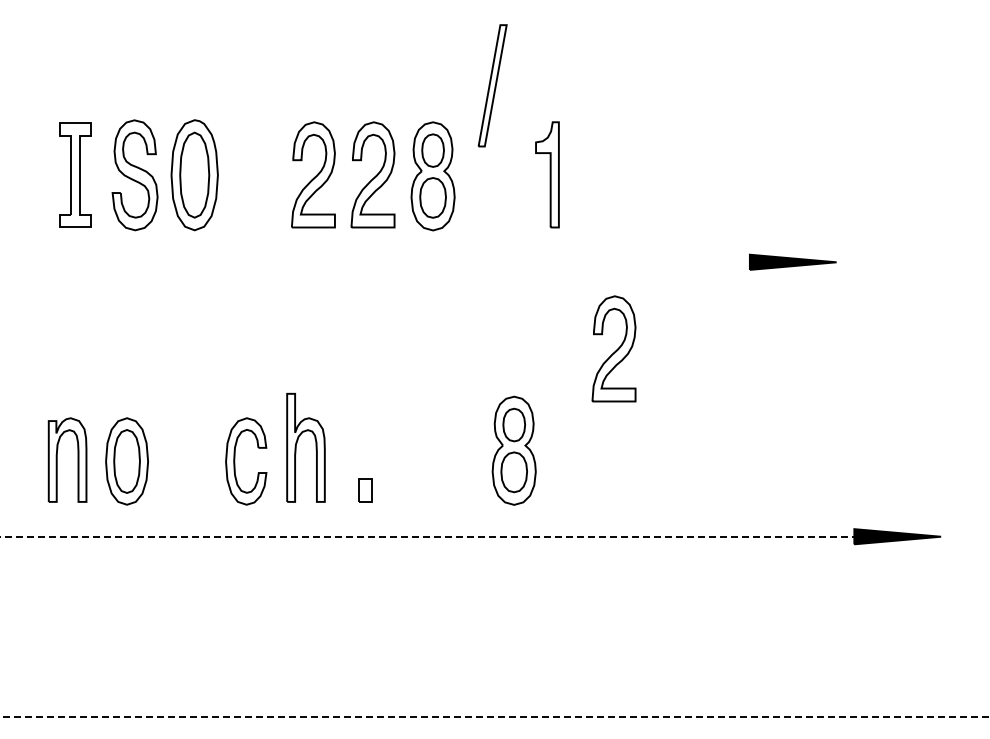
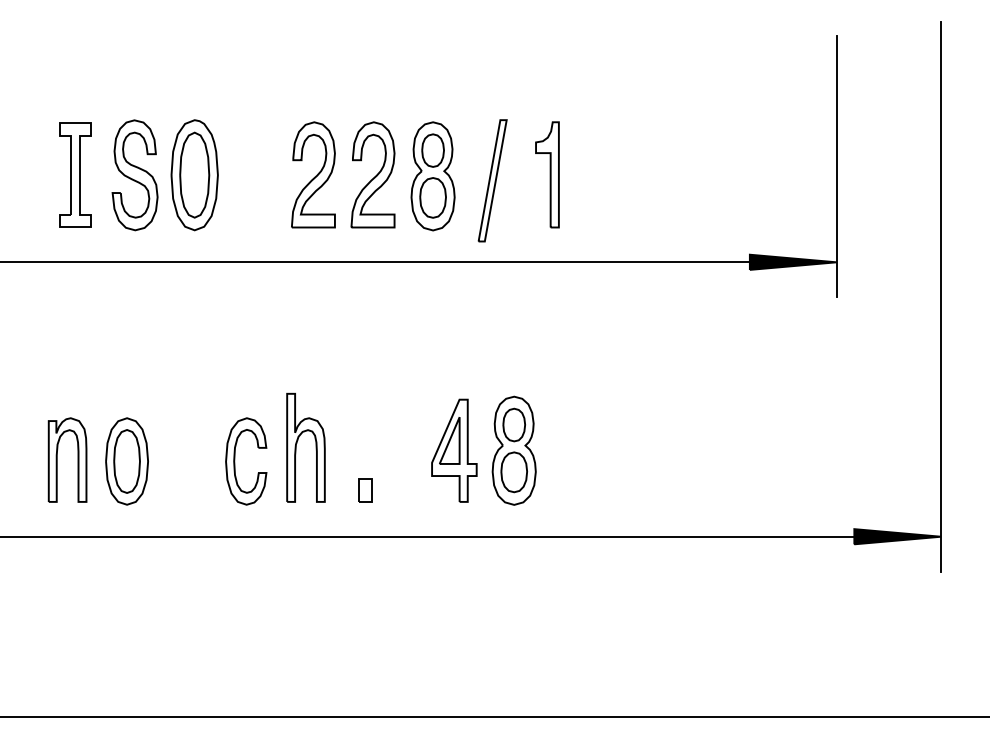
part at (492, 85) position: (492, 85) -> (492, 180)
line at (836, 166): none -> present
line at (375, 262): none -> present
line at (941, 296): none -> present
part at (613, 348): present -> none
part at (454, 450): none -> present
line at (427, 536): dashed -> solid
line at (495, 716): dashed -> solid
